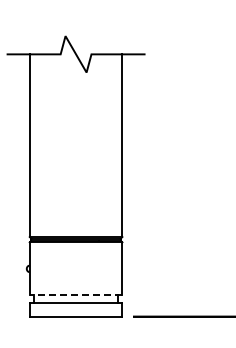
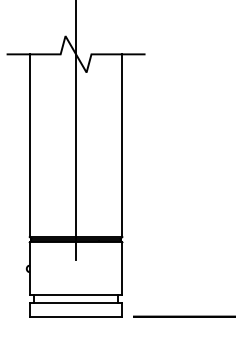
line at (76, 131): none -> present
line at (75, 294): dashed -> solid
